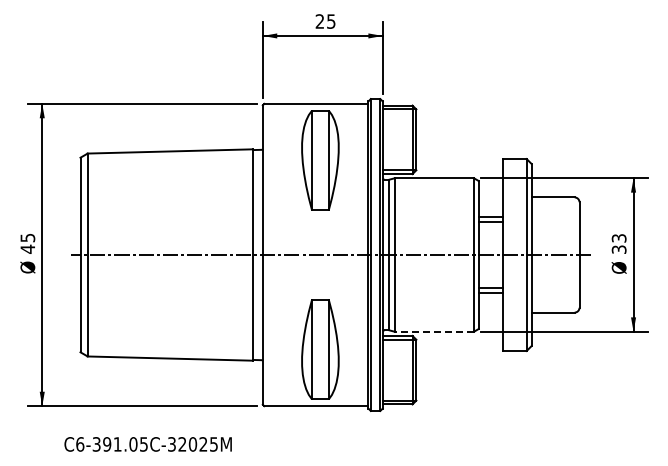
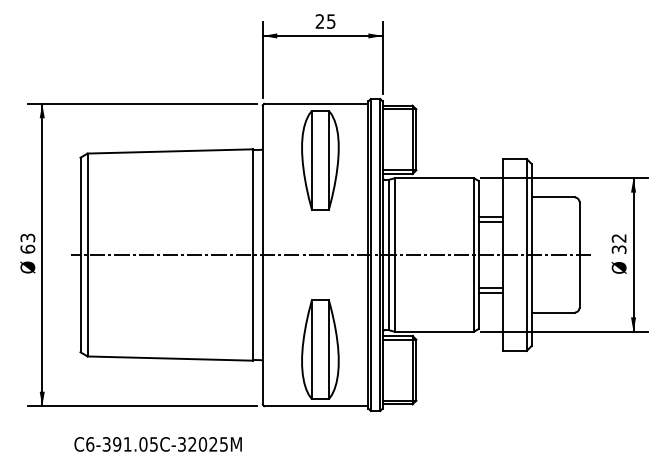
text at (619, 238): 33 -> 32
text at (27, 243): 45 -> 63
line at (434, 331): dashed -> solid
text at (147, 444) position: (147, 444) -> (157, 444)
